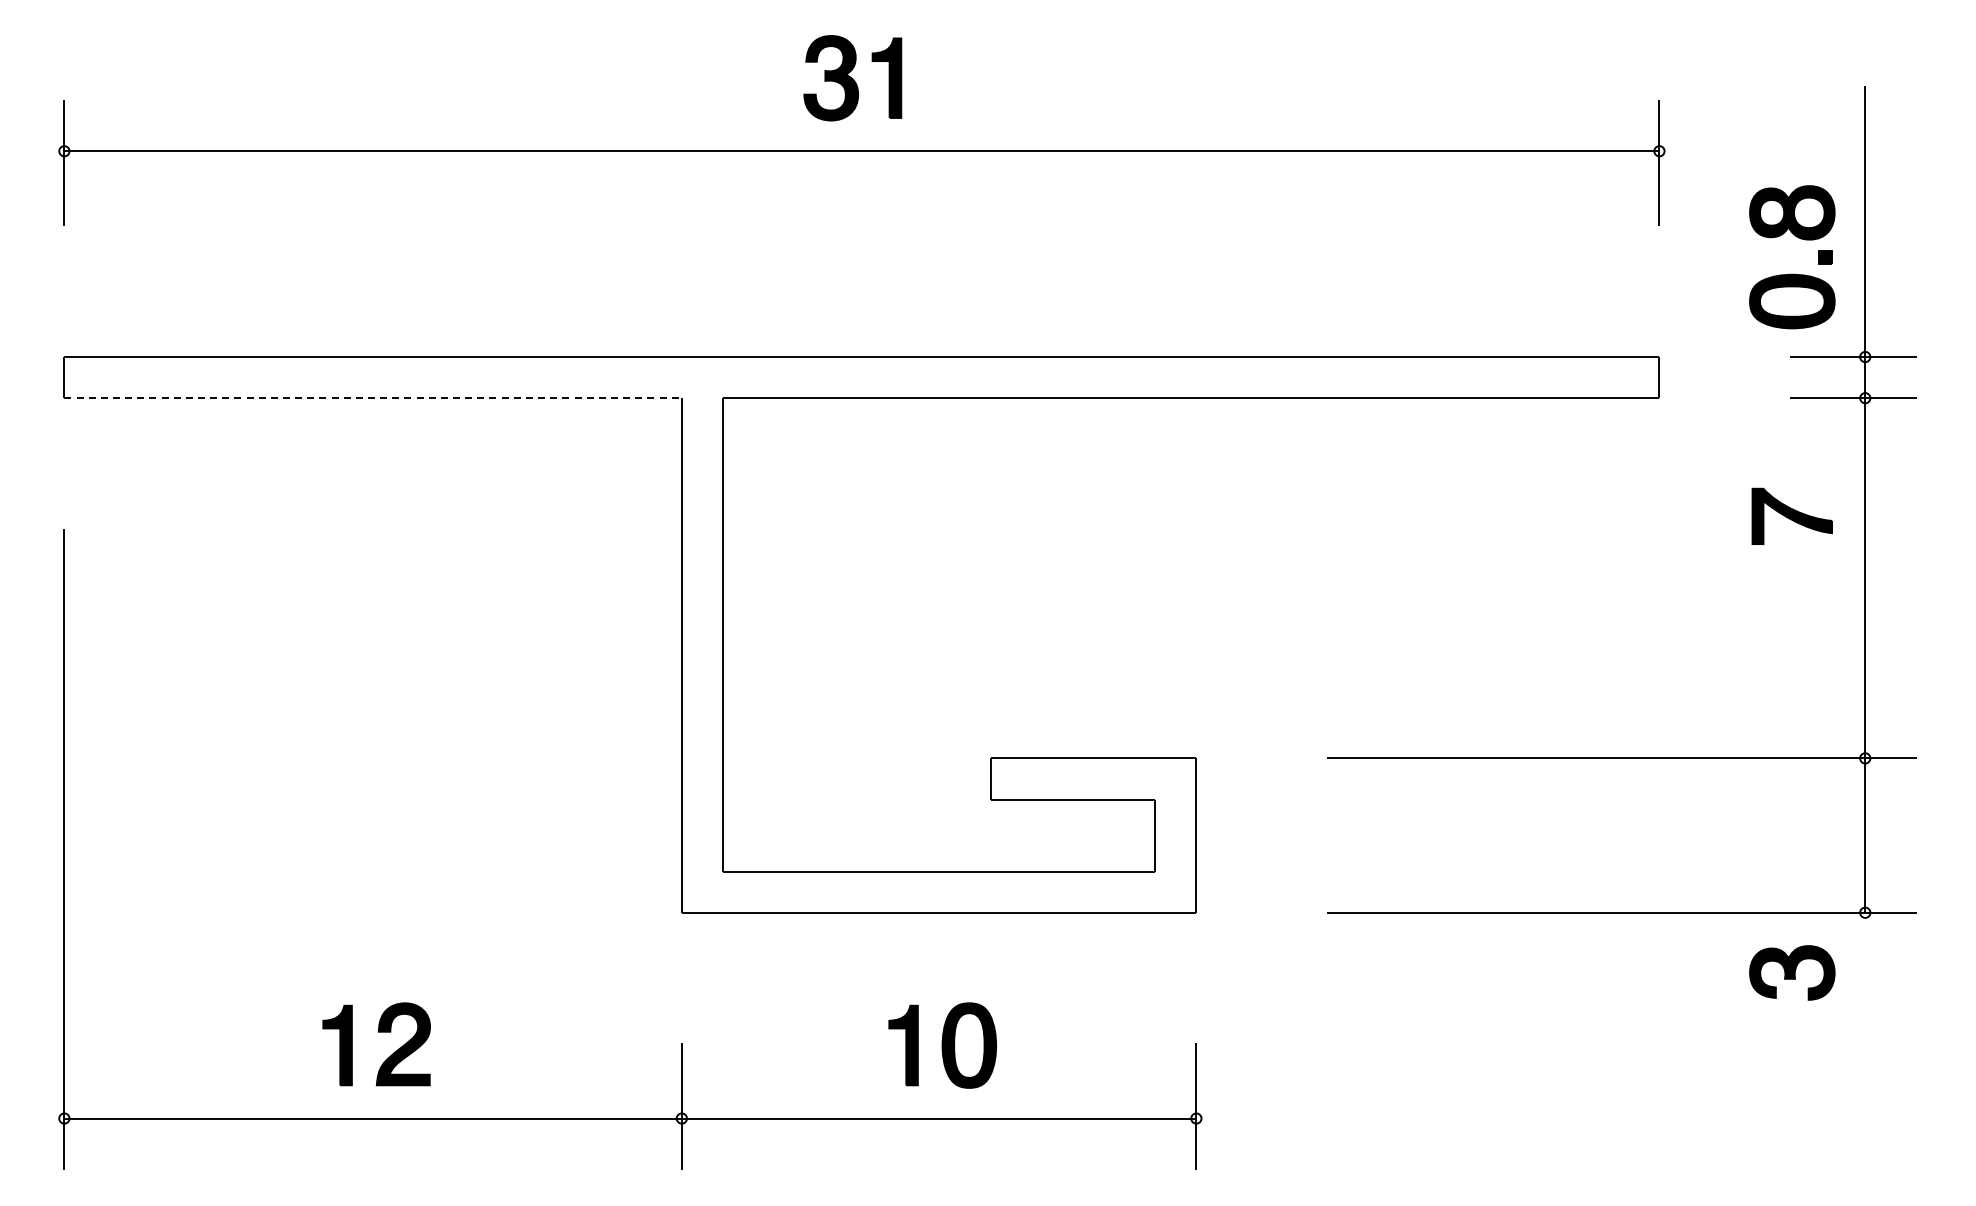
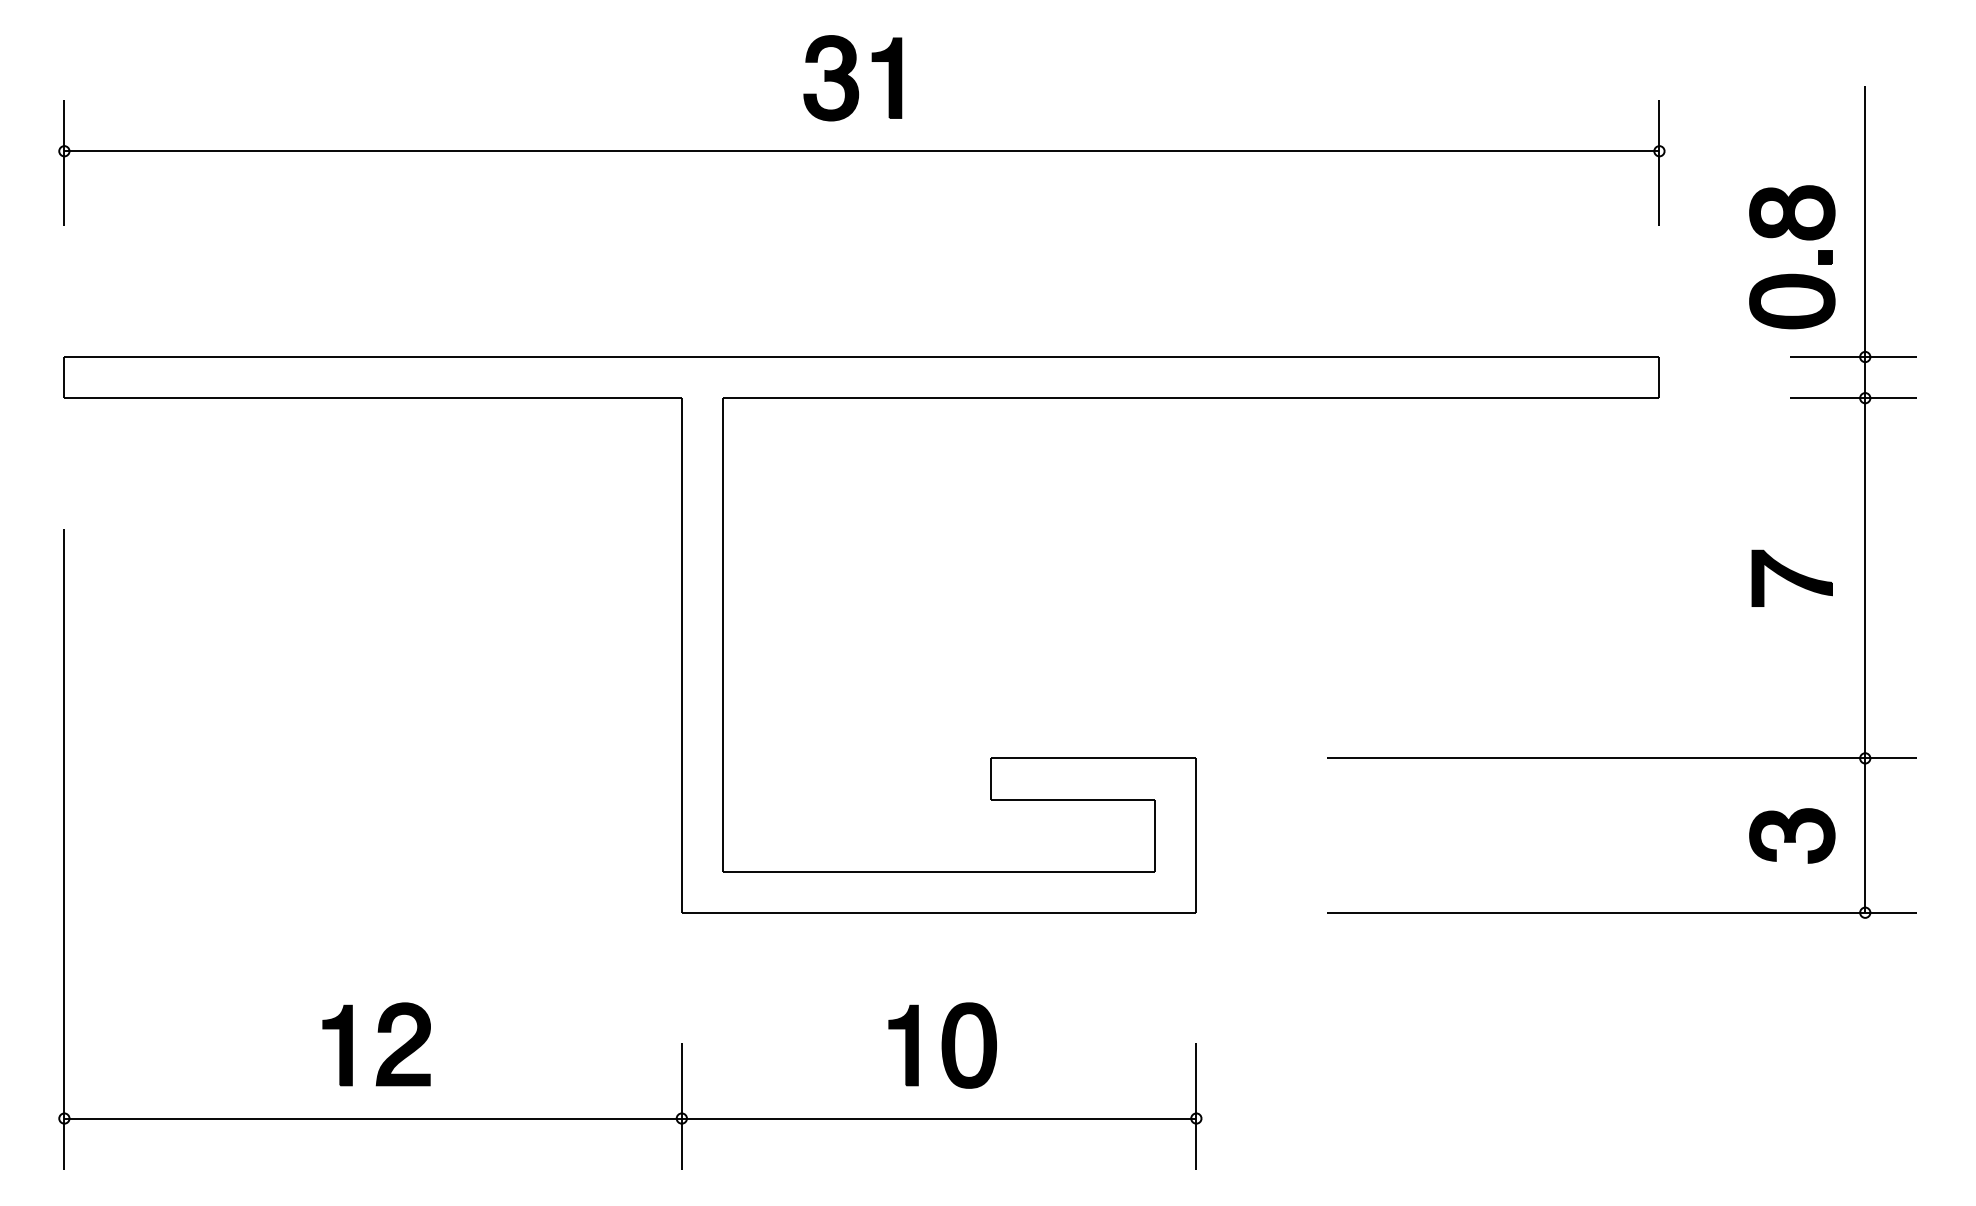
line at (373, 398): dashed -> solid
part at (1791, 515) position: (1791, 515) -> (1791, 577)
part at (1792, 972) position: (1792, 972) -> (1792, 835)
